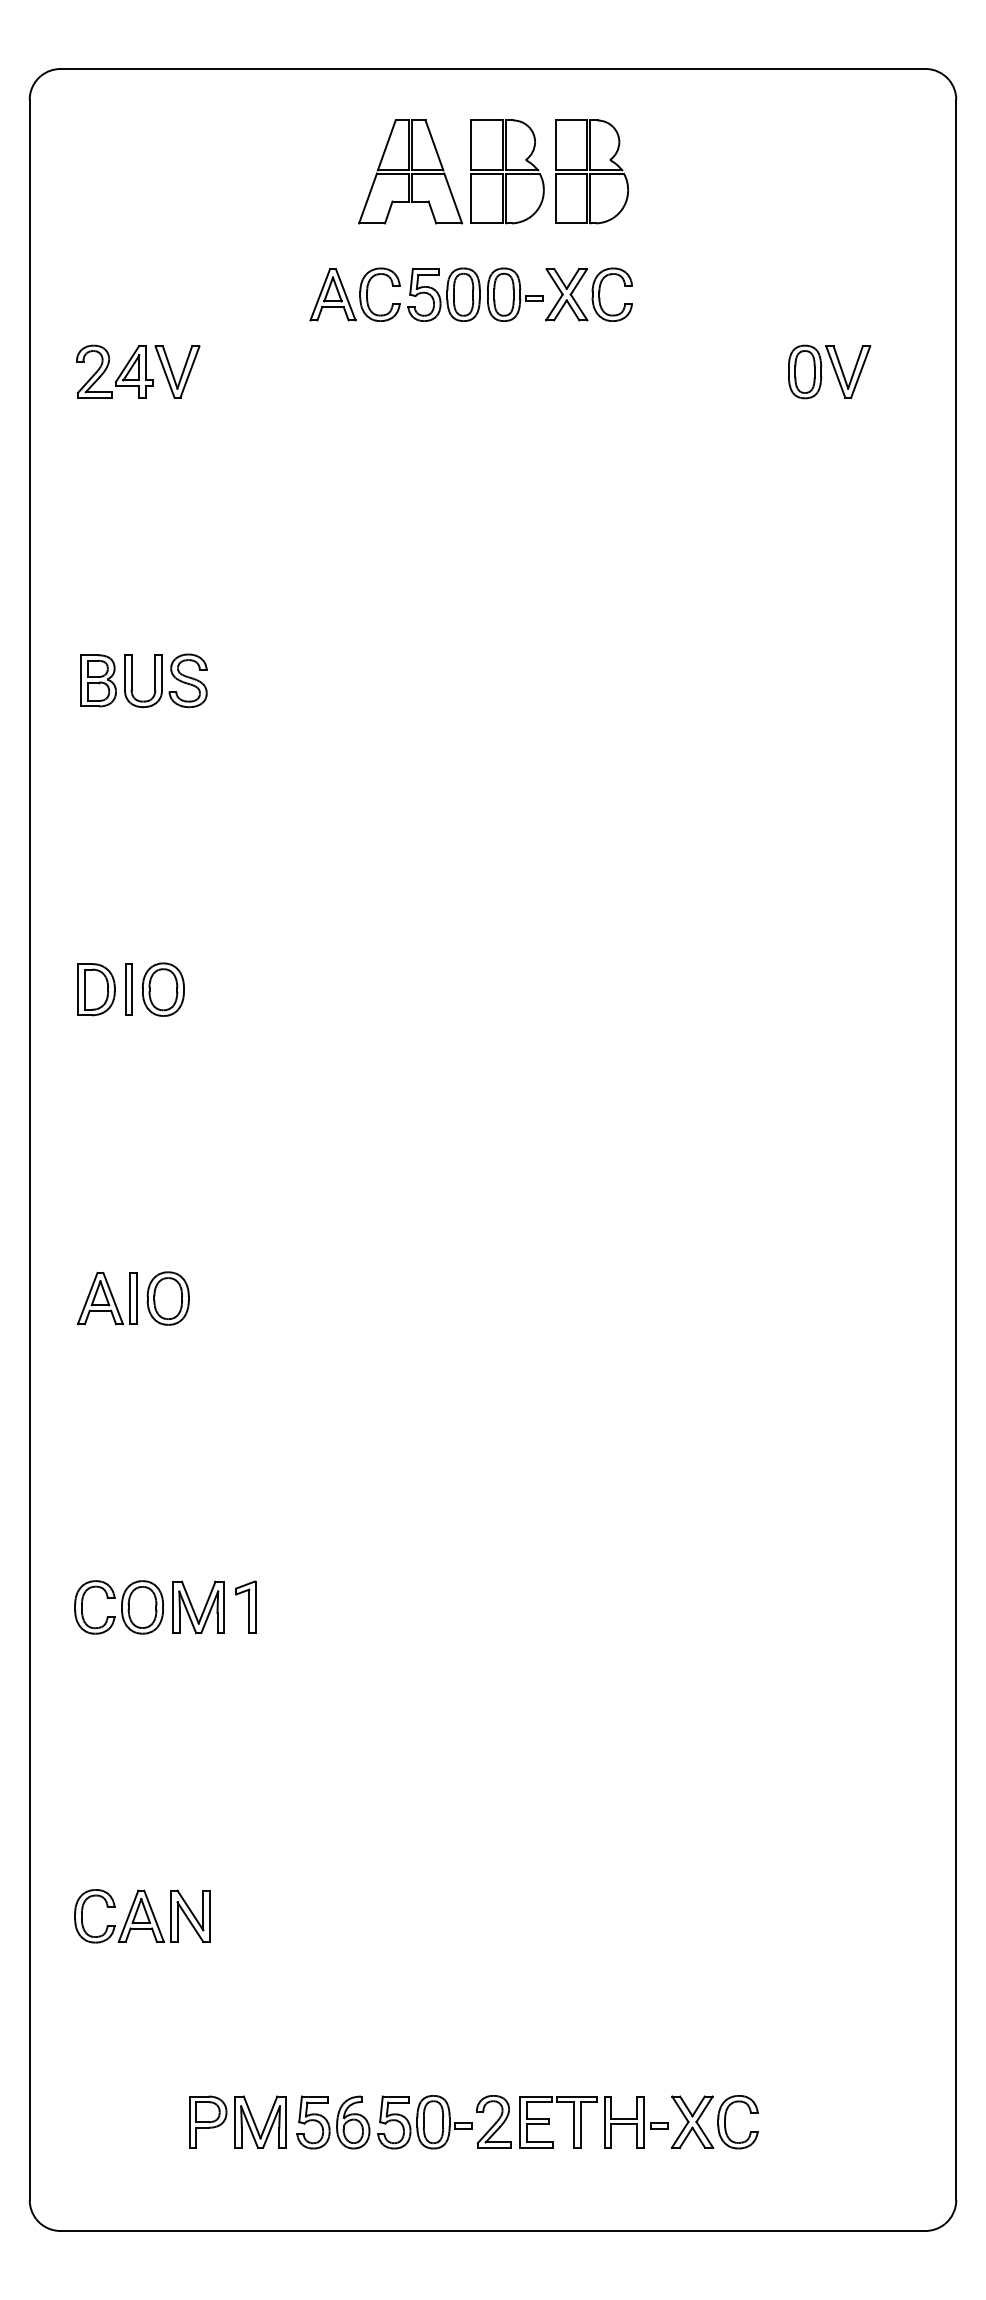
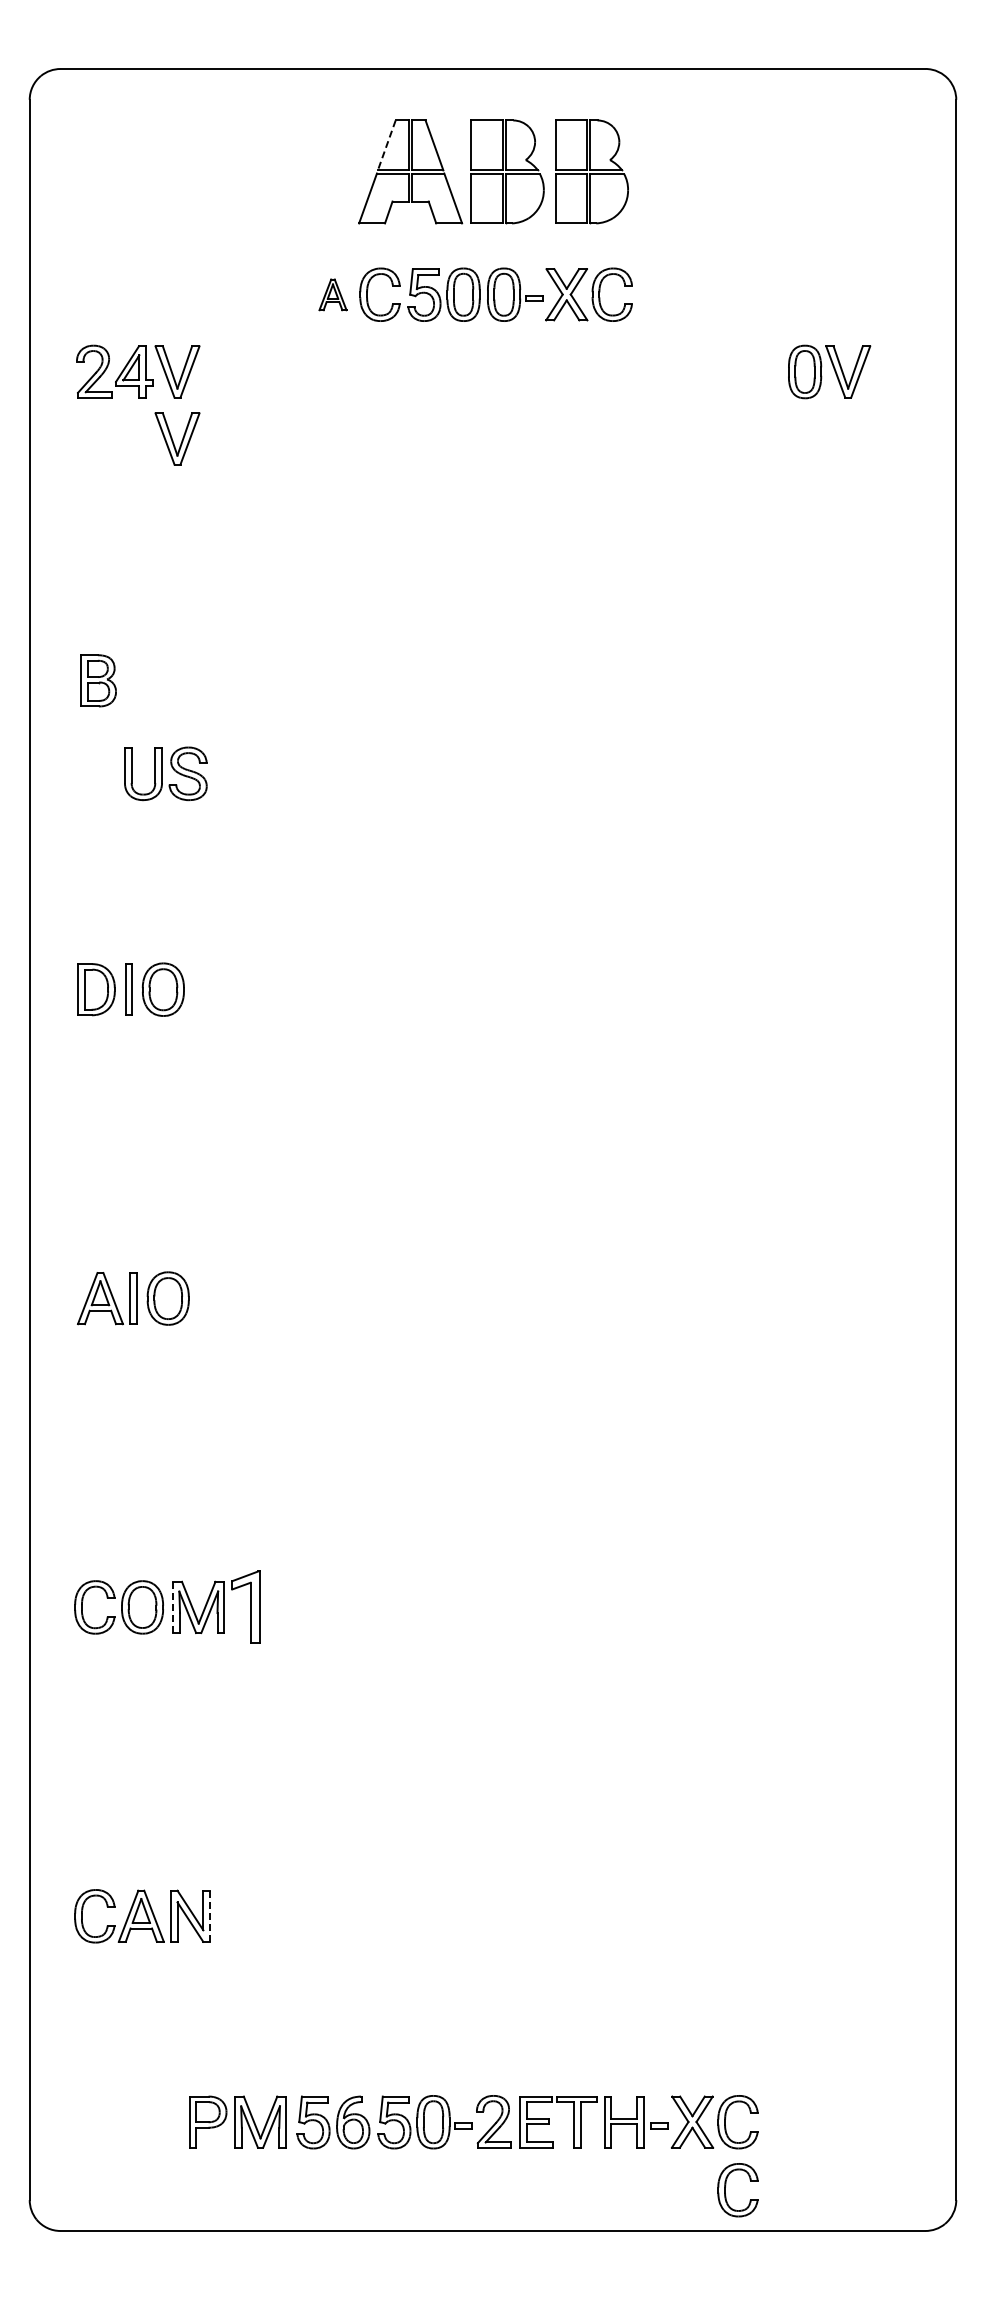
line at (386, 145): solid -> dashed
part at (332, 294) size: 48x54 px -> 30x34 px
part at (177, 438): none -> present
part at (165, 680) position: (165, 680) -> (165, 773)
part at (245, 1606) size: 22x54 px -> 30x74 px
line at (173, 1607): solid -> dashed
line at (210, 1916): solid -> dashed
part at (725, 2190): none -> present
